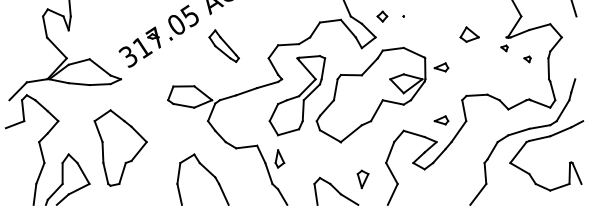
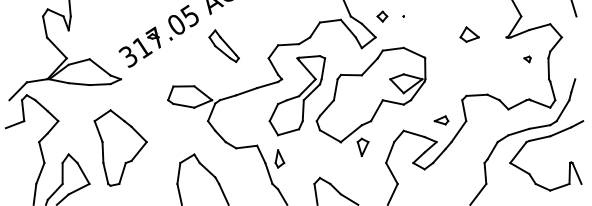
part at (504, 48): present -> none
part at (441, 67): present -> none
part at (362, 178) position: (362, 178) -> (362, 146)
